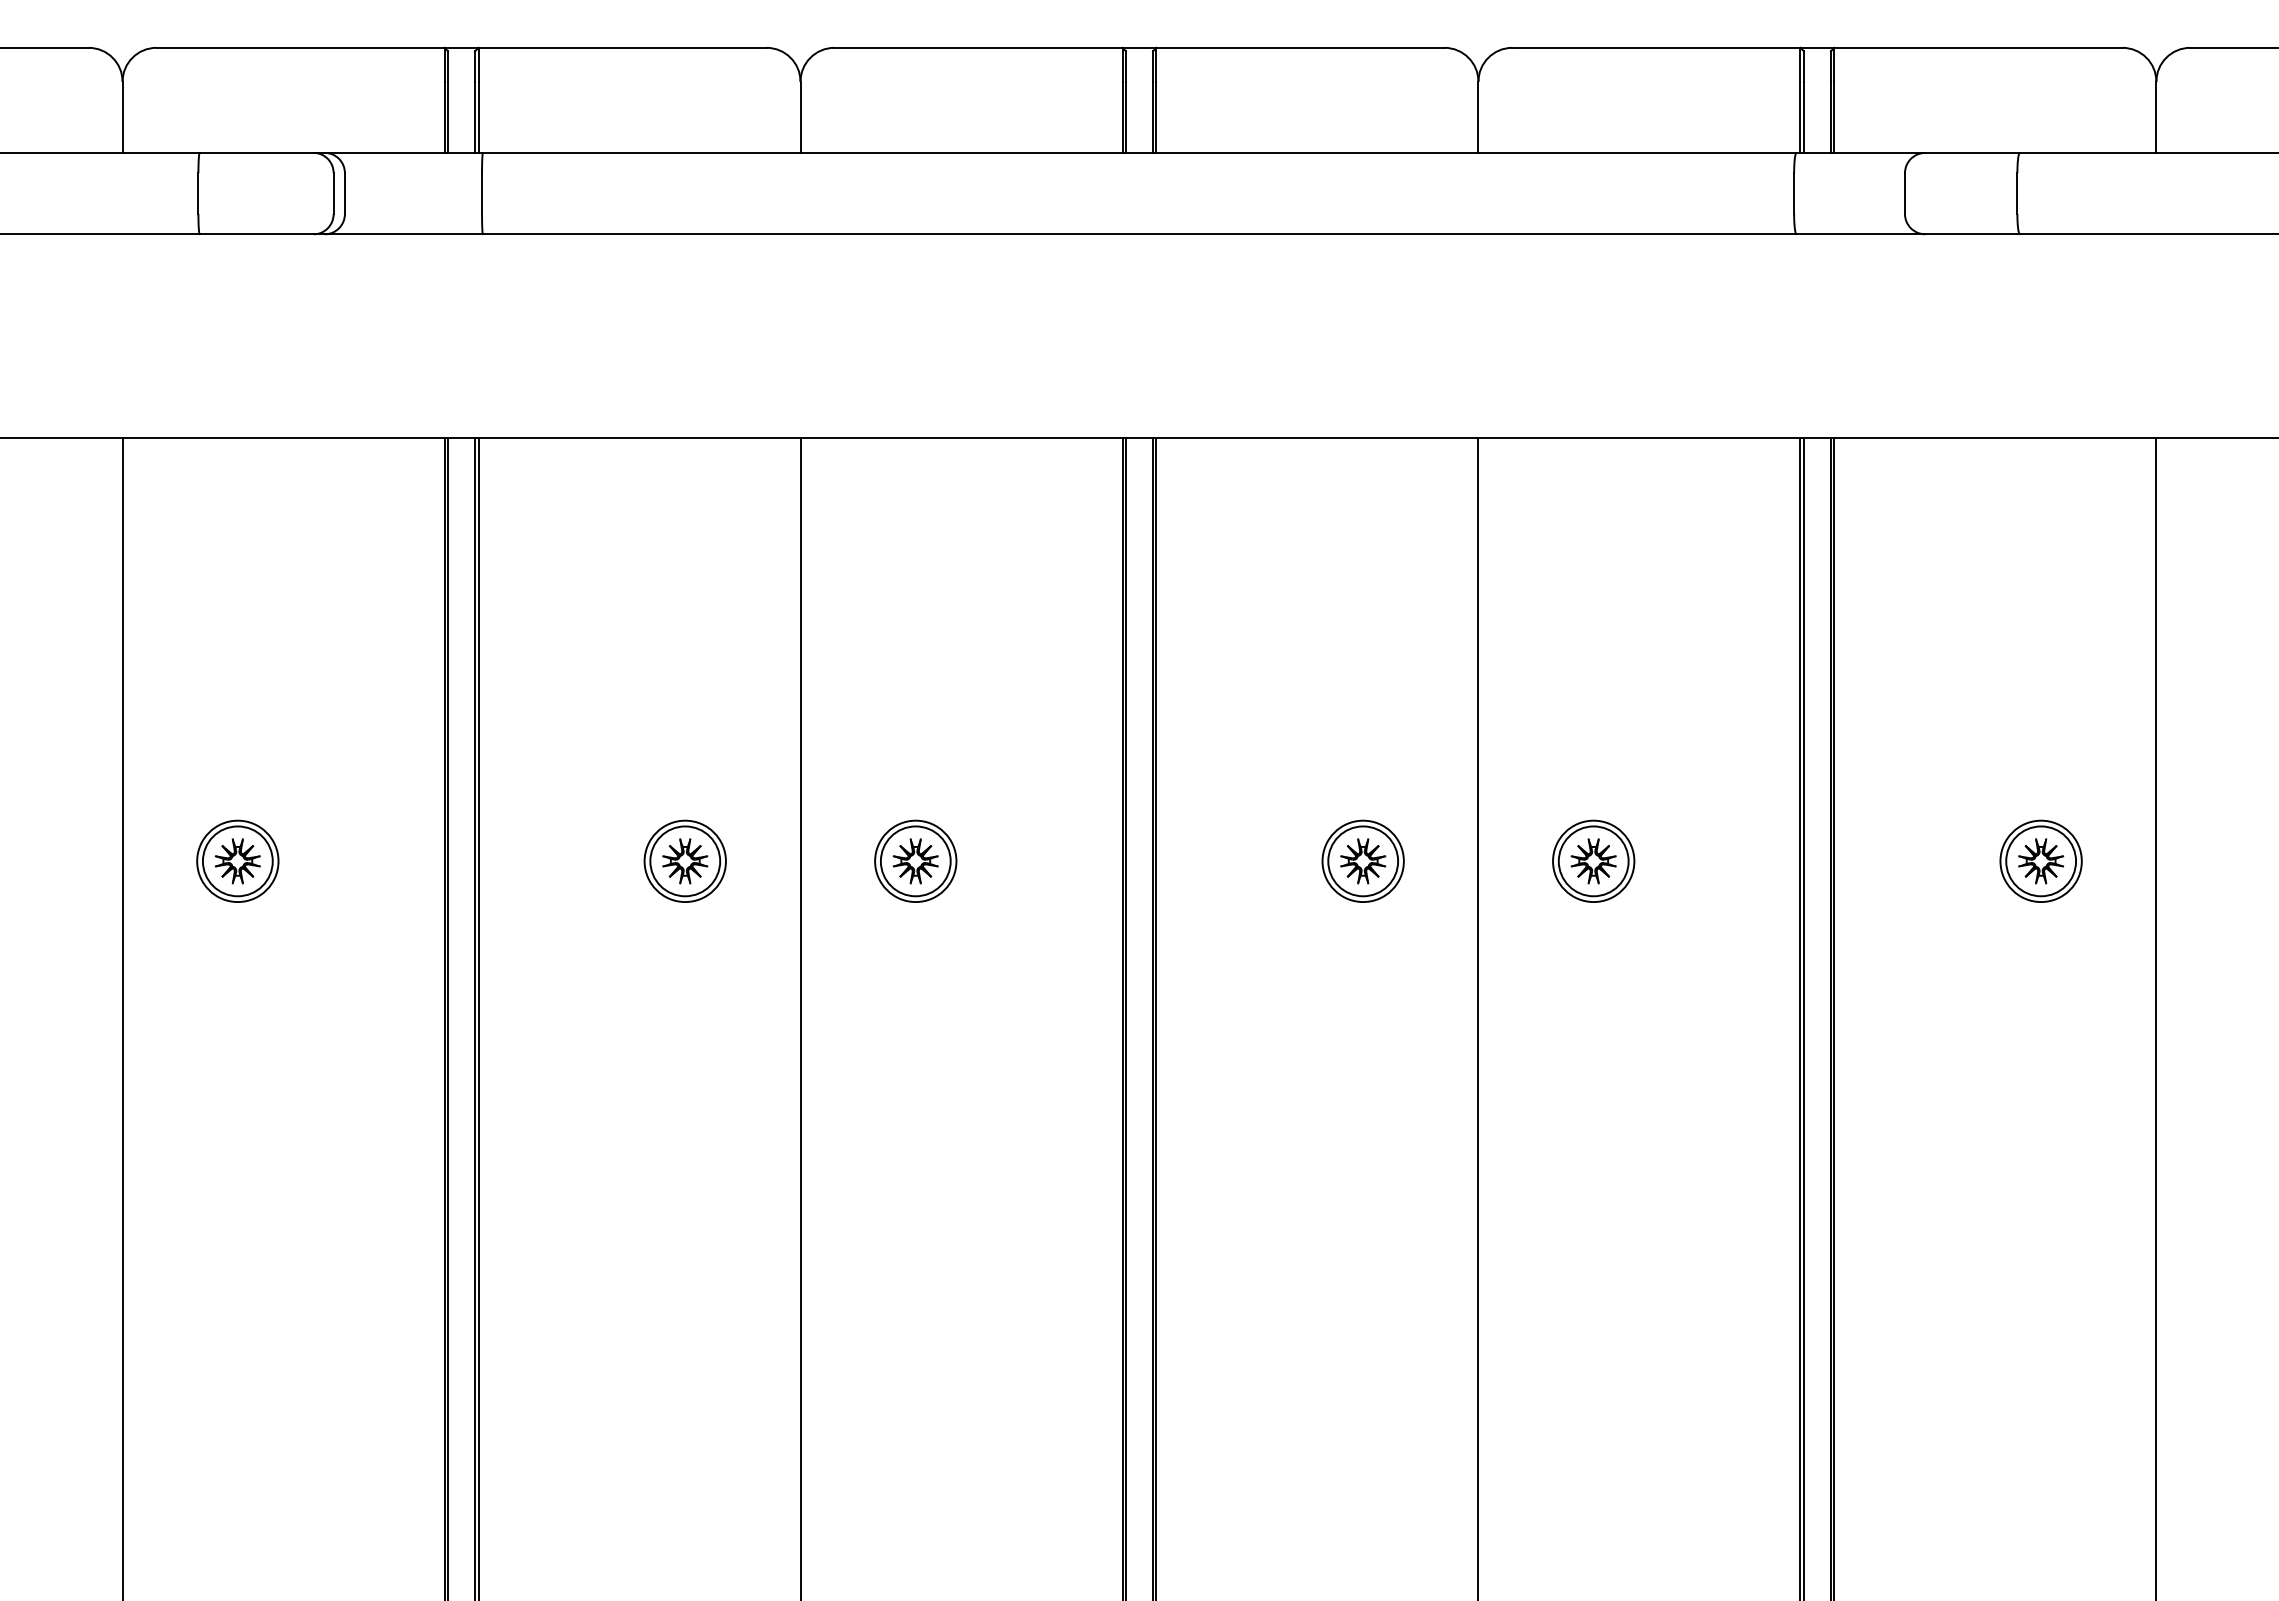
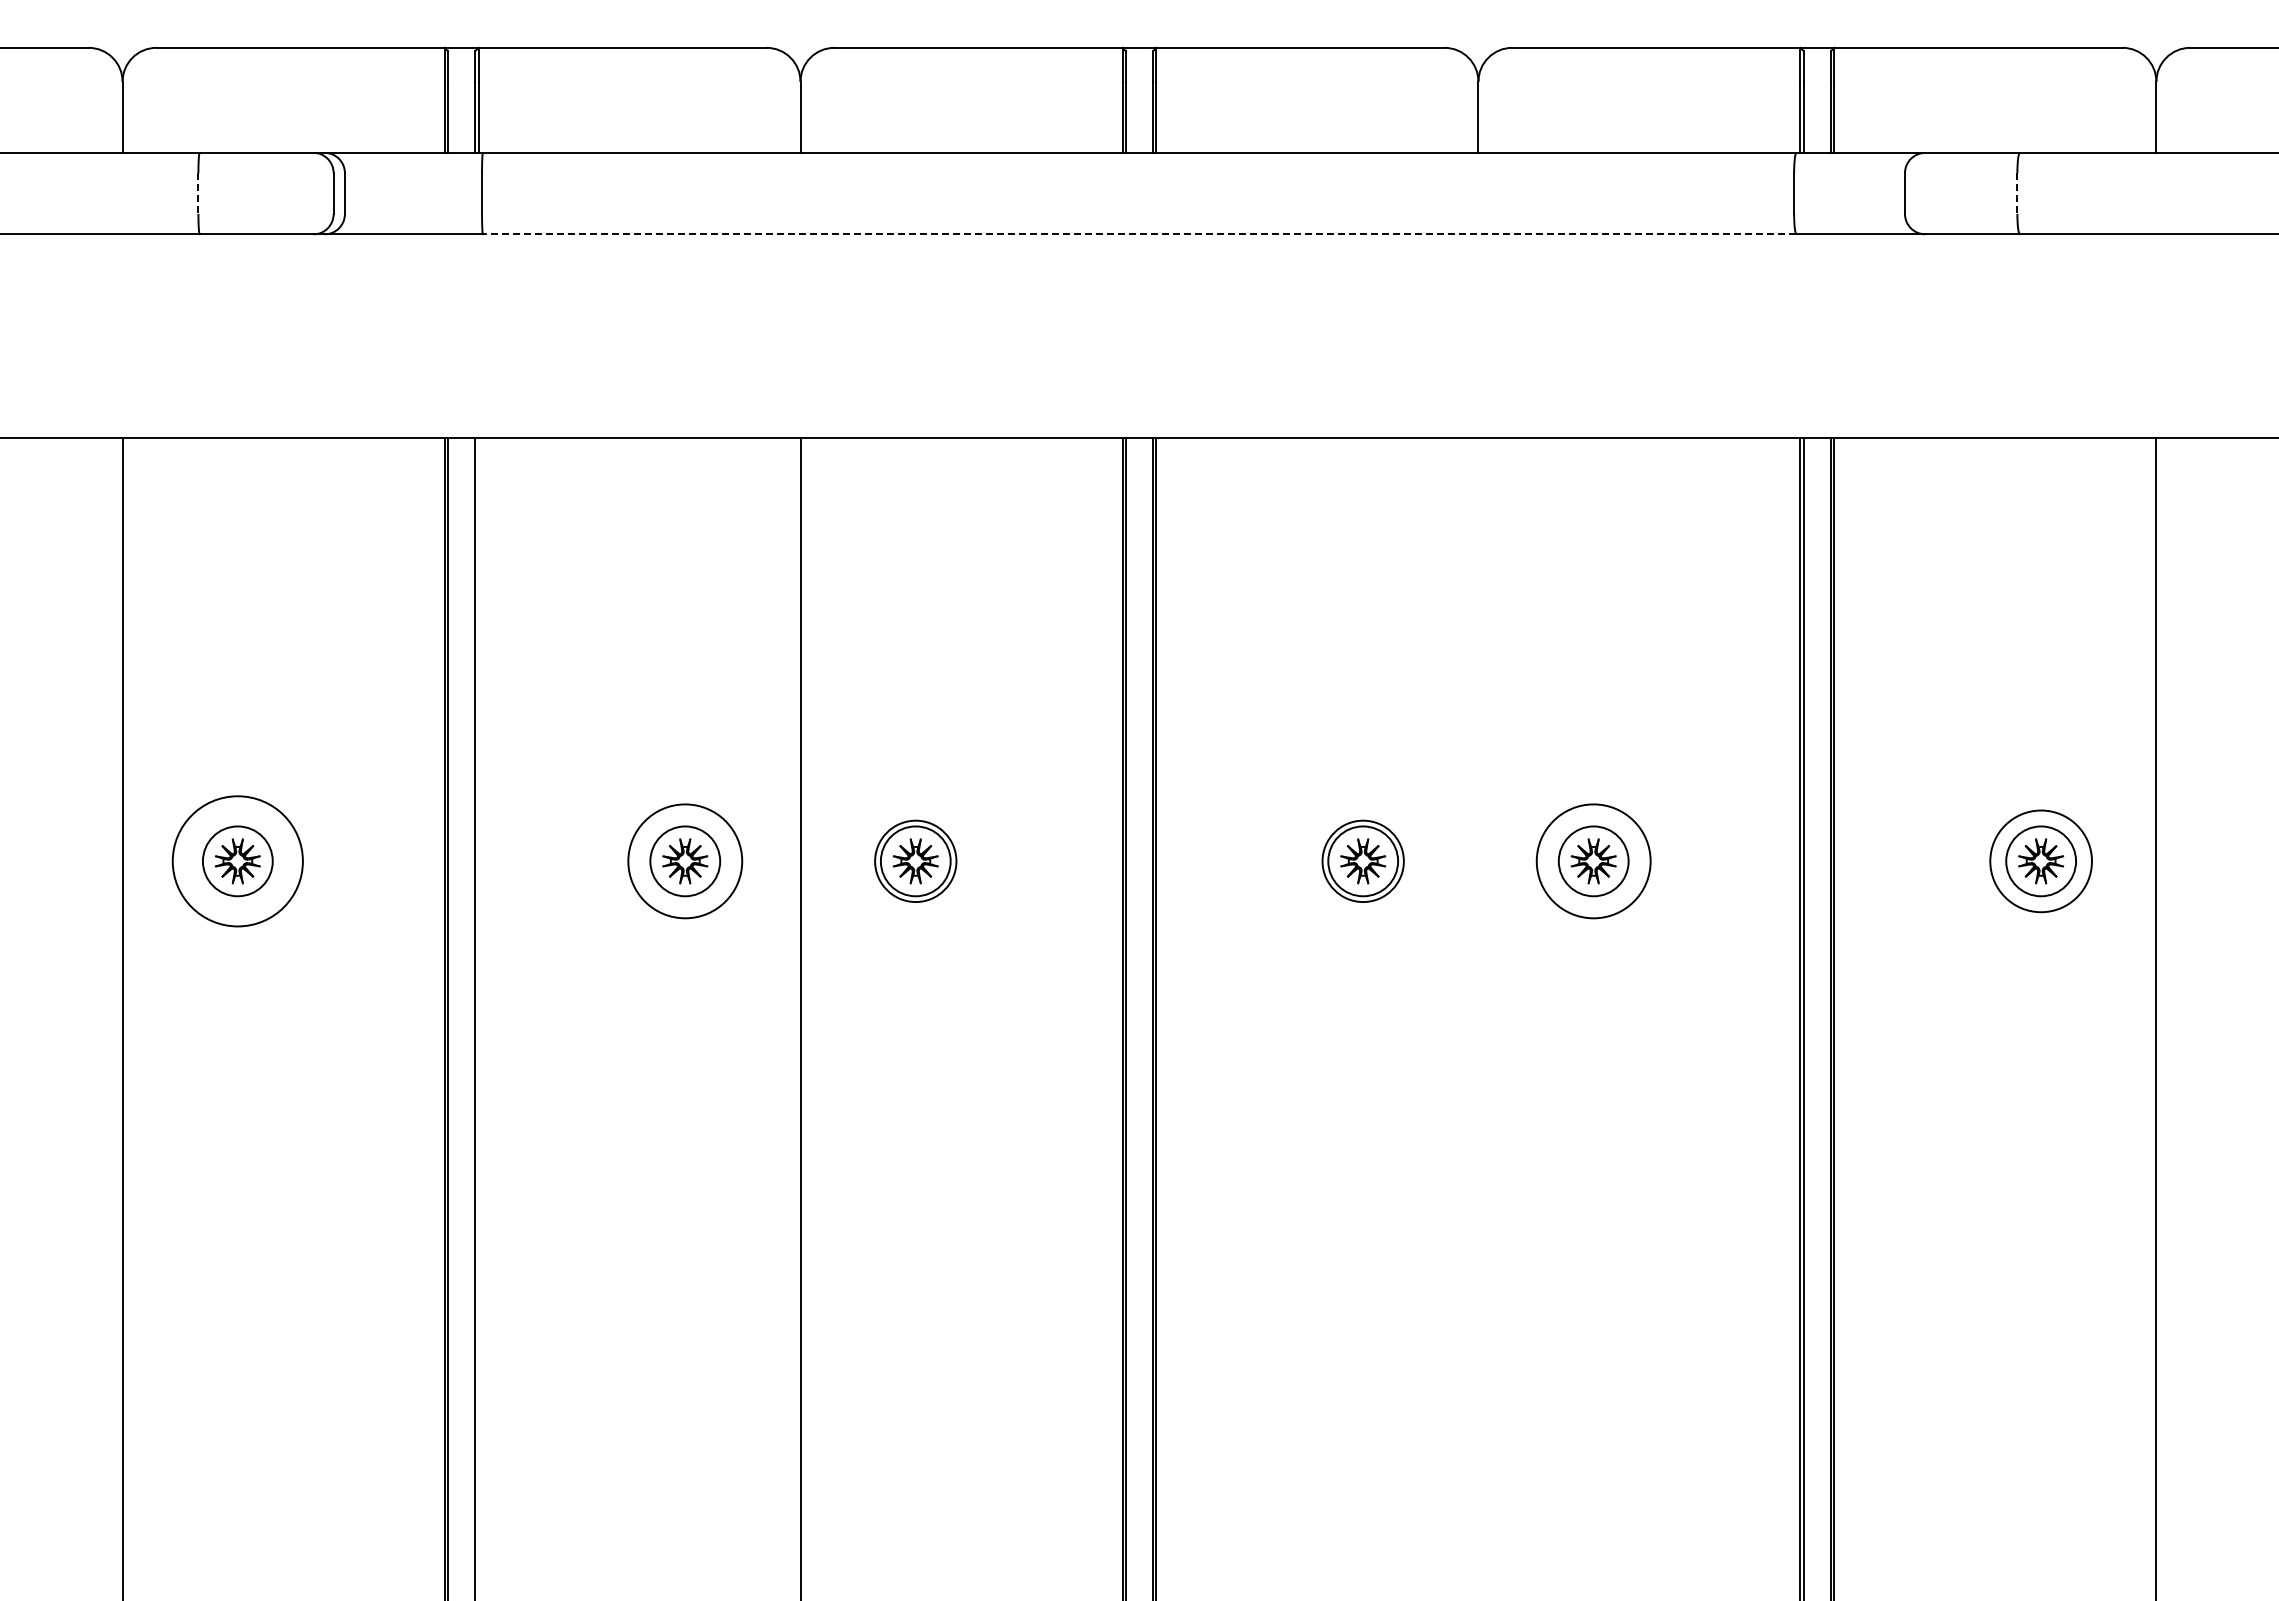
line at (198, 194): solid -> dashed
line at (2017, 194): solid -> dashed
line at (1139, 234): solid -> dashed
circle at (237, 861) diameter: 81 px -> 130 px
circle at (684, 861) diameter: 81 px -> 114 px
circle at (1593, 861) diameter: 81 px -> 114 px
circle at (2040, 861) diameter: 81 px -> 102 px
line at (478, 1017): present -> none
line at (1478, 1017): present -> none
